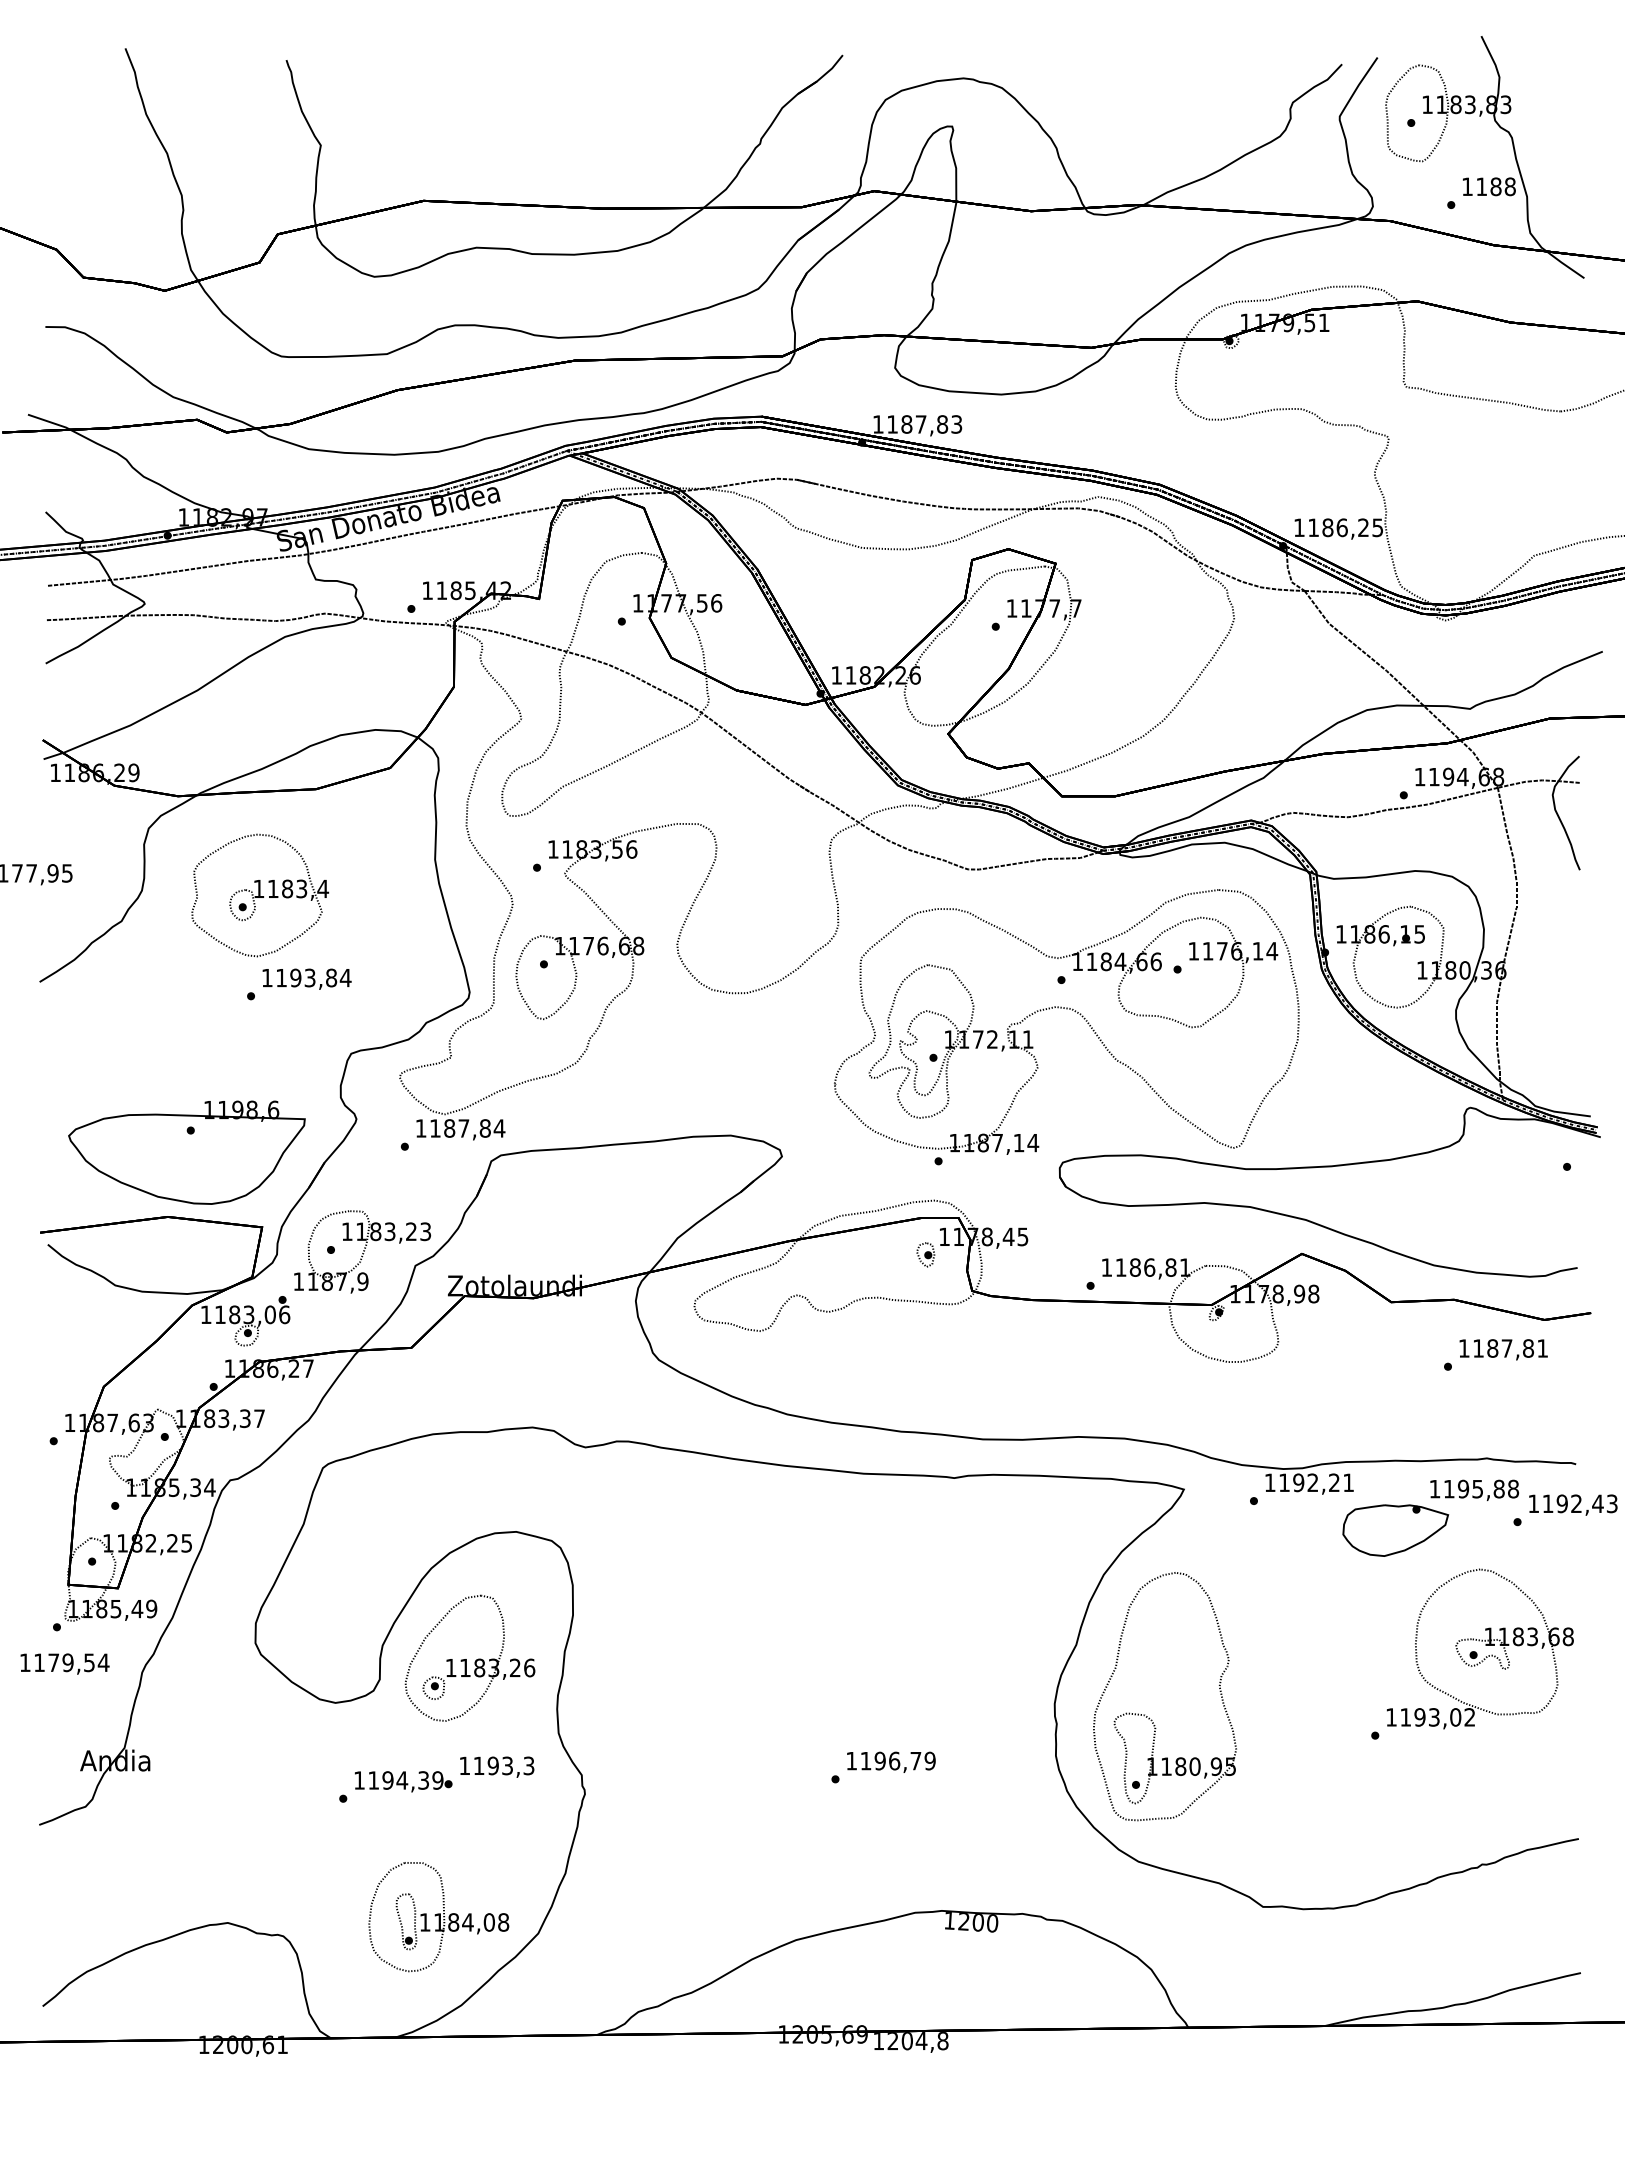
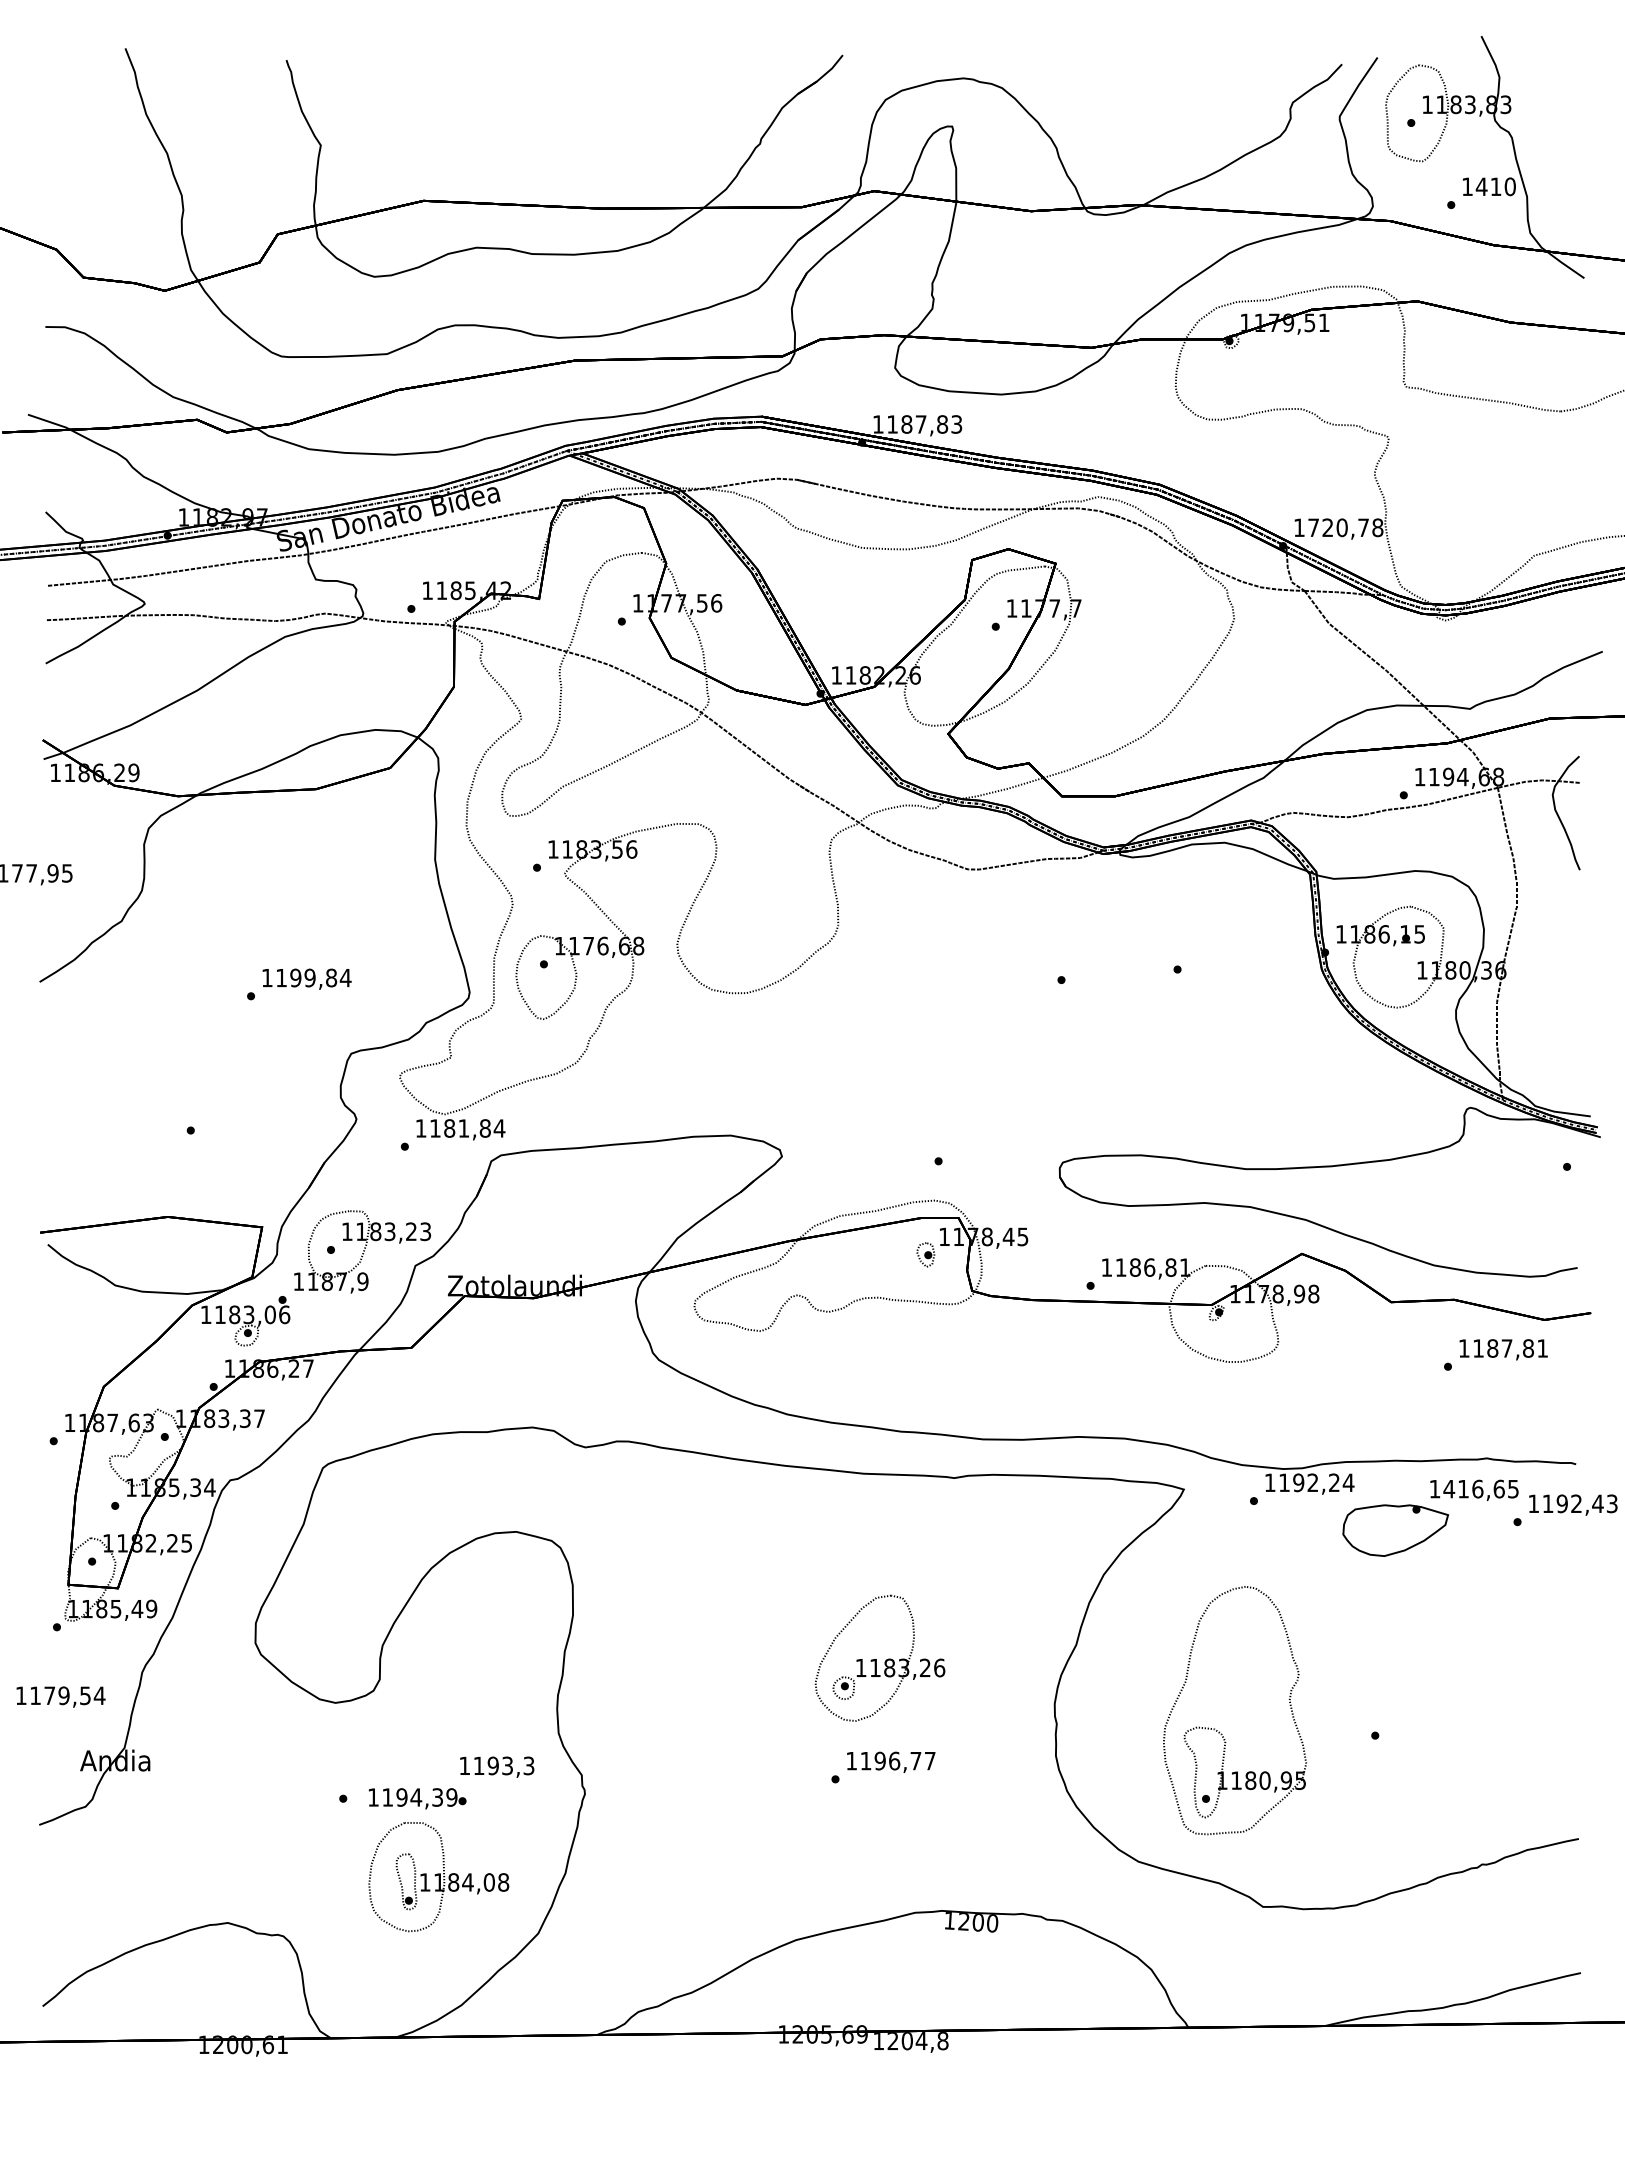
text at (1495, 186): 1188 -> 1410
text at (1345, 527): 1186,25 -> 1720,78
part at (260, 895): present -> none
text at (309, 977): 1193,84 -> 1199,84
part at (1066, 1009): present -> none
text at (463, 1128): 1187,84 -> 1181,84
part at (186, 1152): present -> none
text at (1348, 1482): 1192,21 -> 1192,24
text at (1481, 1488): 1195,88 -> 1416,65
part at (1480, 1648): present -> none
part at (469, 1657) position: (469, 1657) -> (879, 1657)
text at (64, 1663) position: (64, 1663) -> (60, 1696)
part at (1149, 1717) position: (1149, 1717) -> (1219, 1731)
text at (929, 1760): 1196,79 -> 1196,77
text at (403, 1781) position: (403, 1781) -> (417, 1798)
part at (438, 1917) position: (438, 1917) -> (438, 1877)
